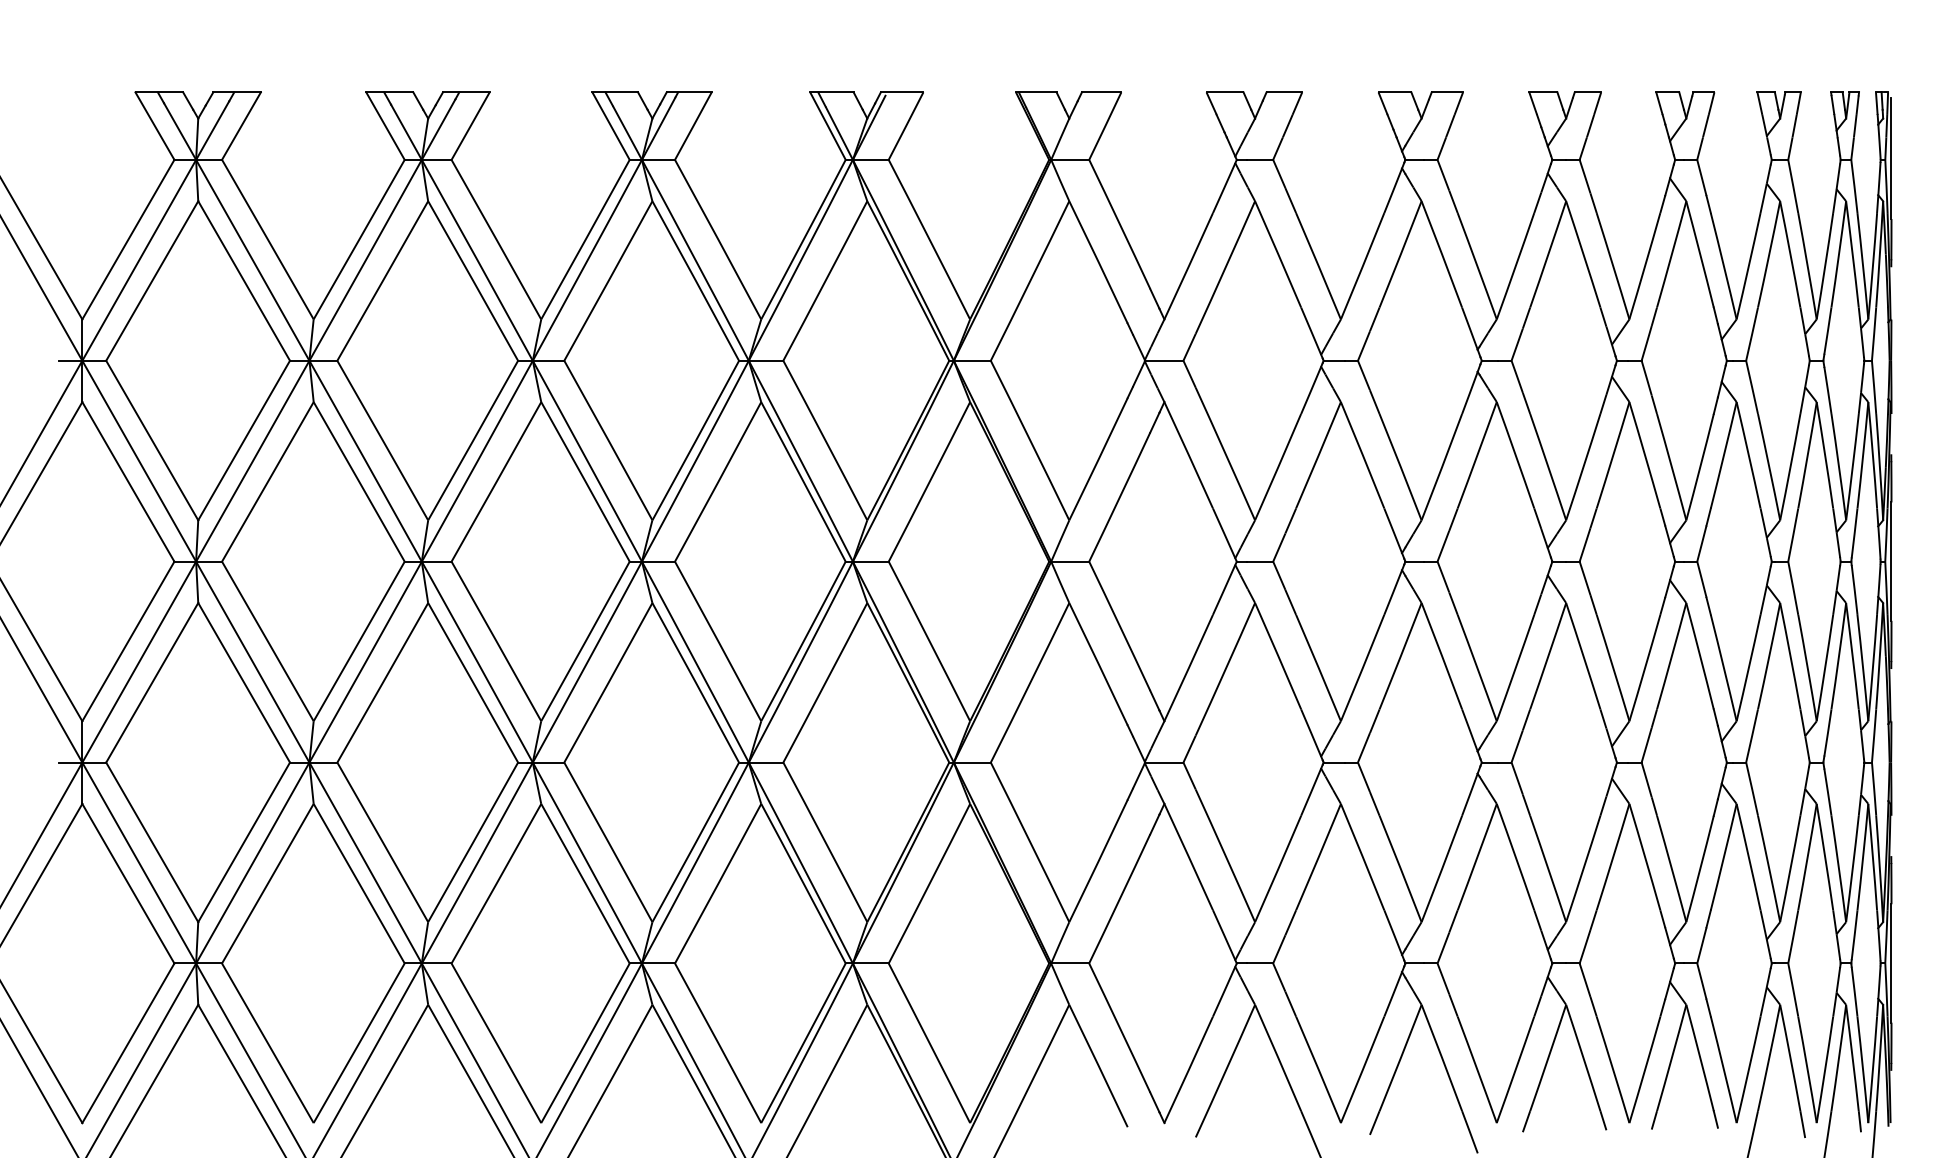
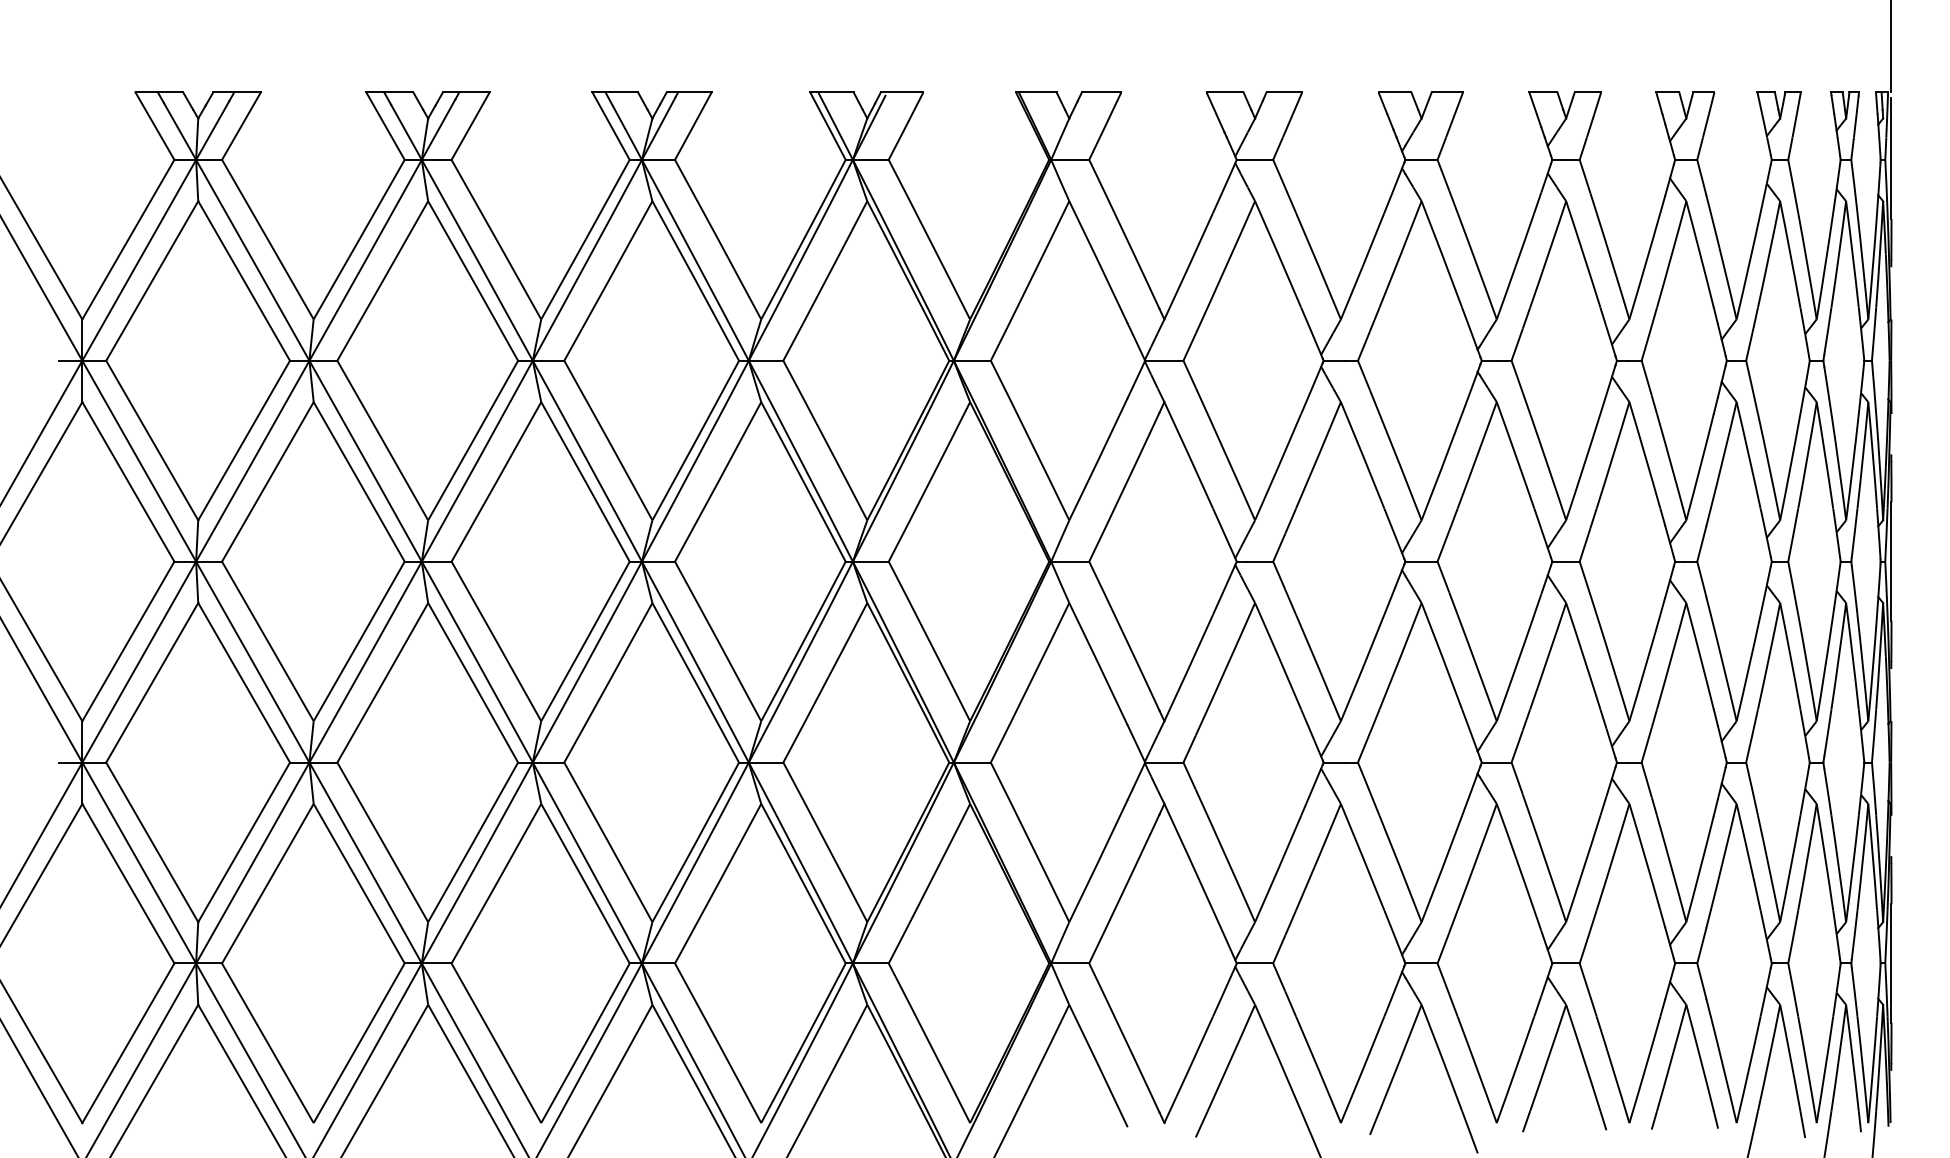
line at (1891, 47): none -> present
